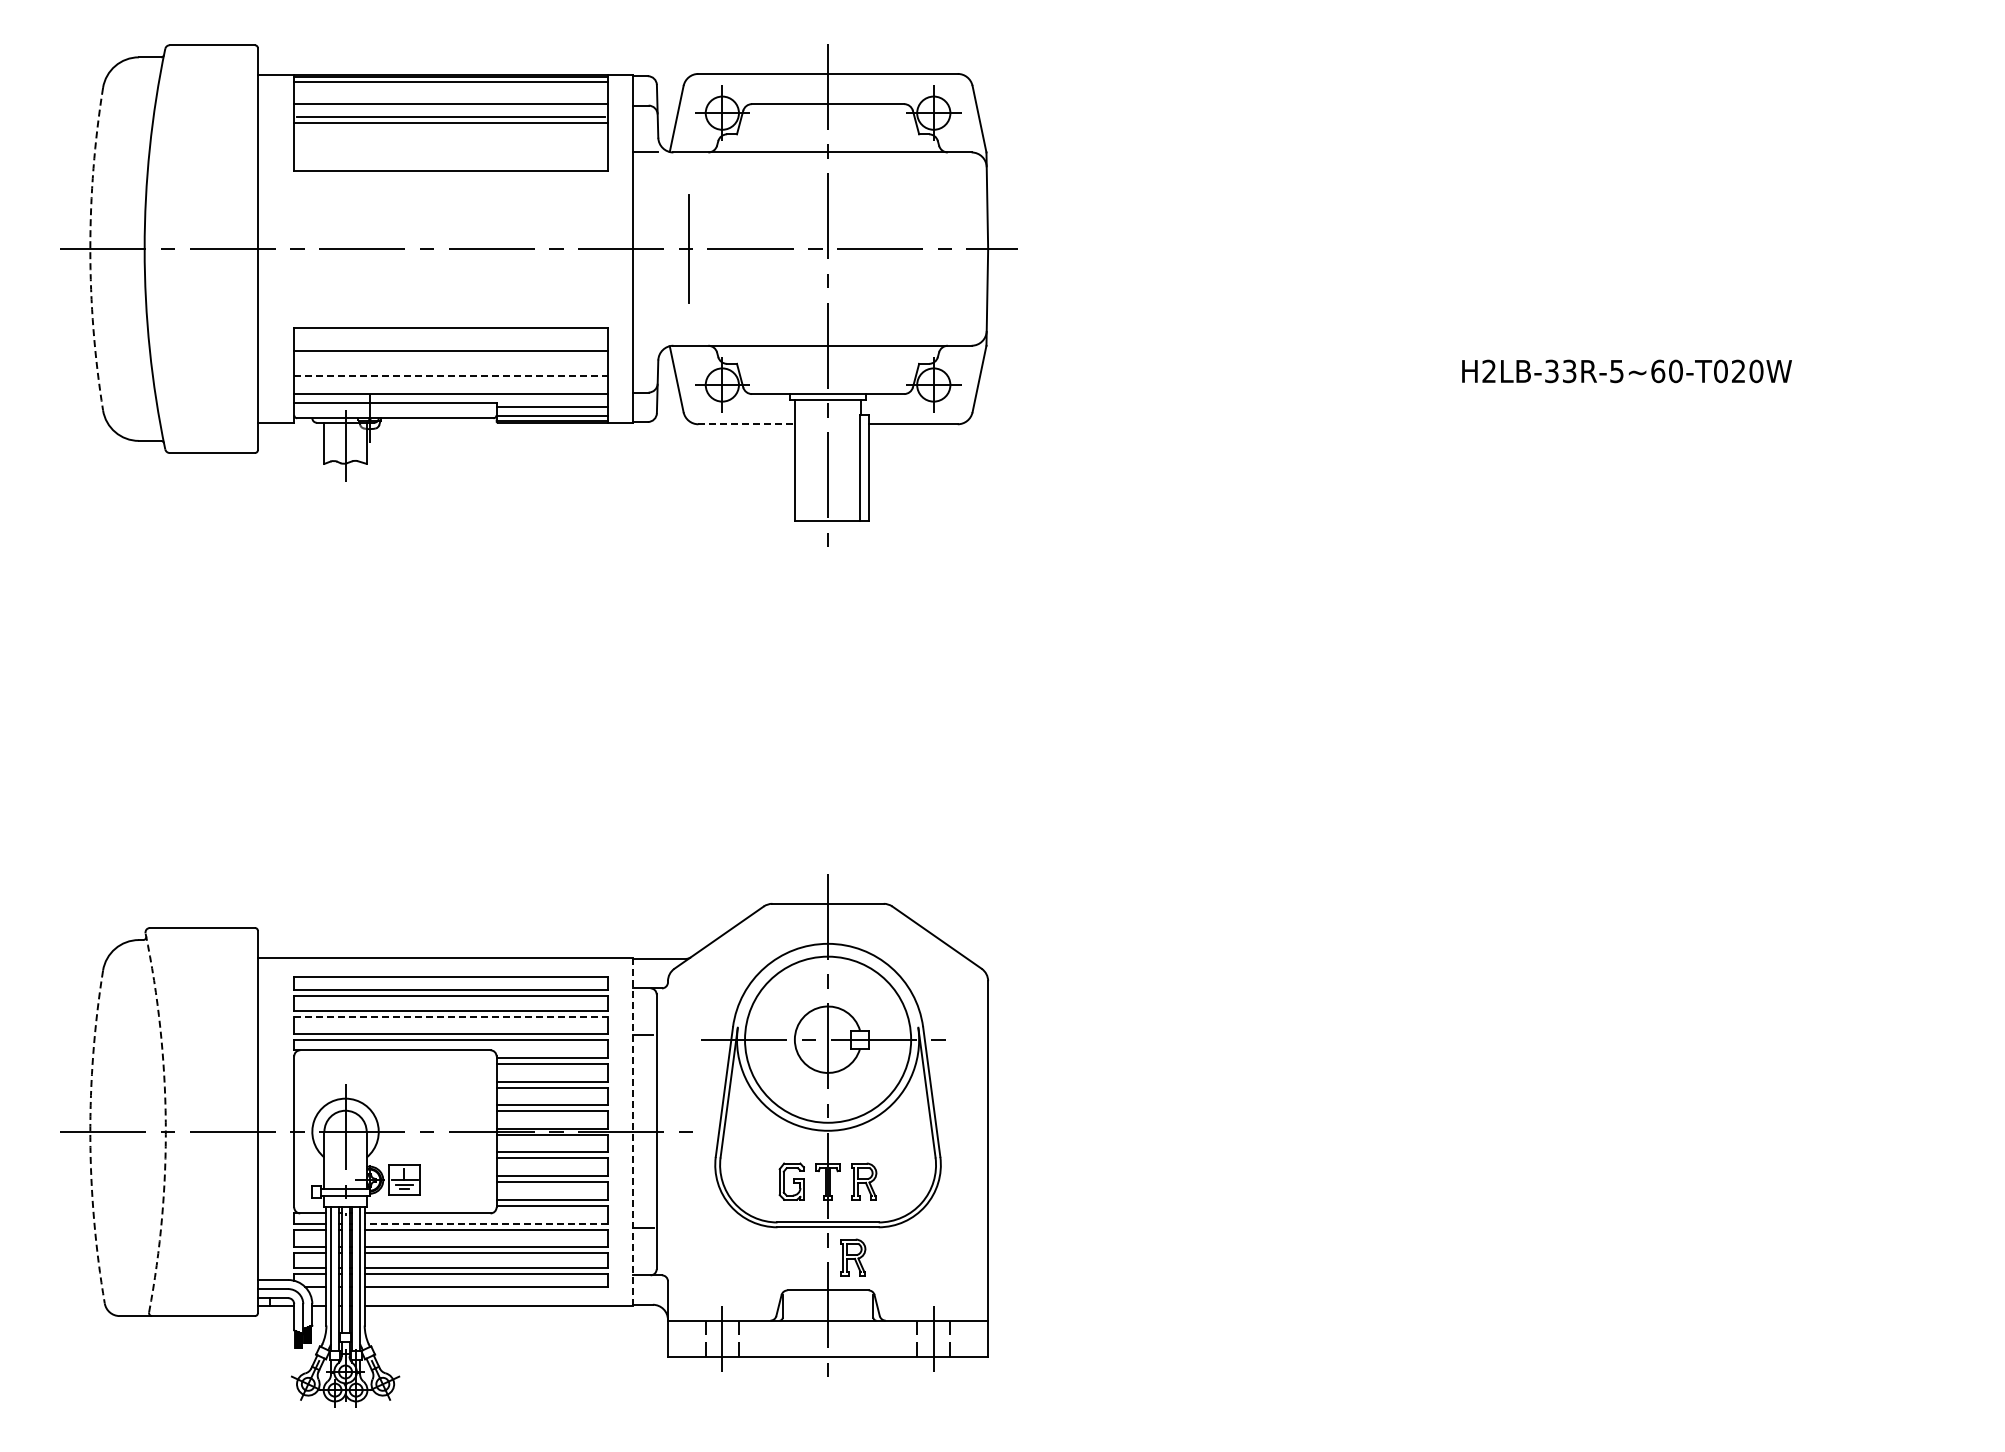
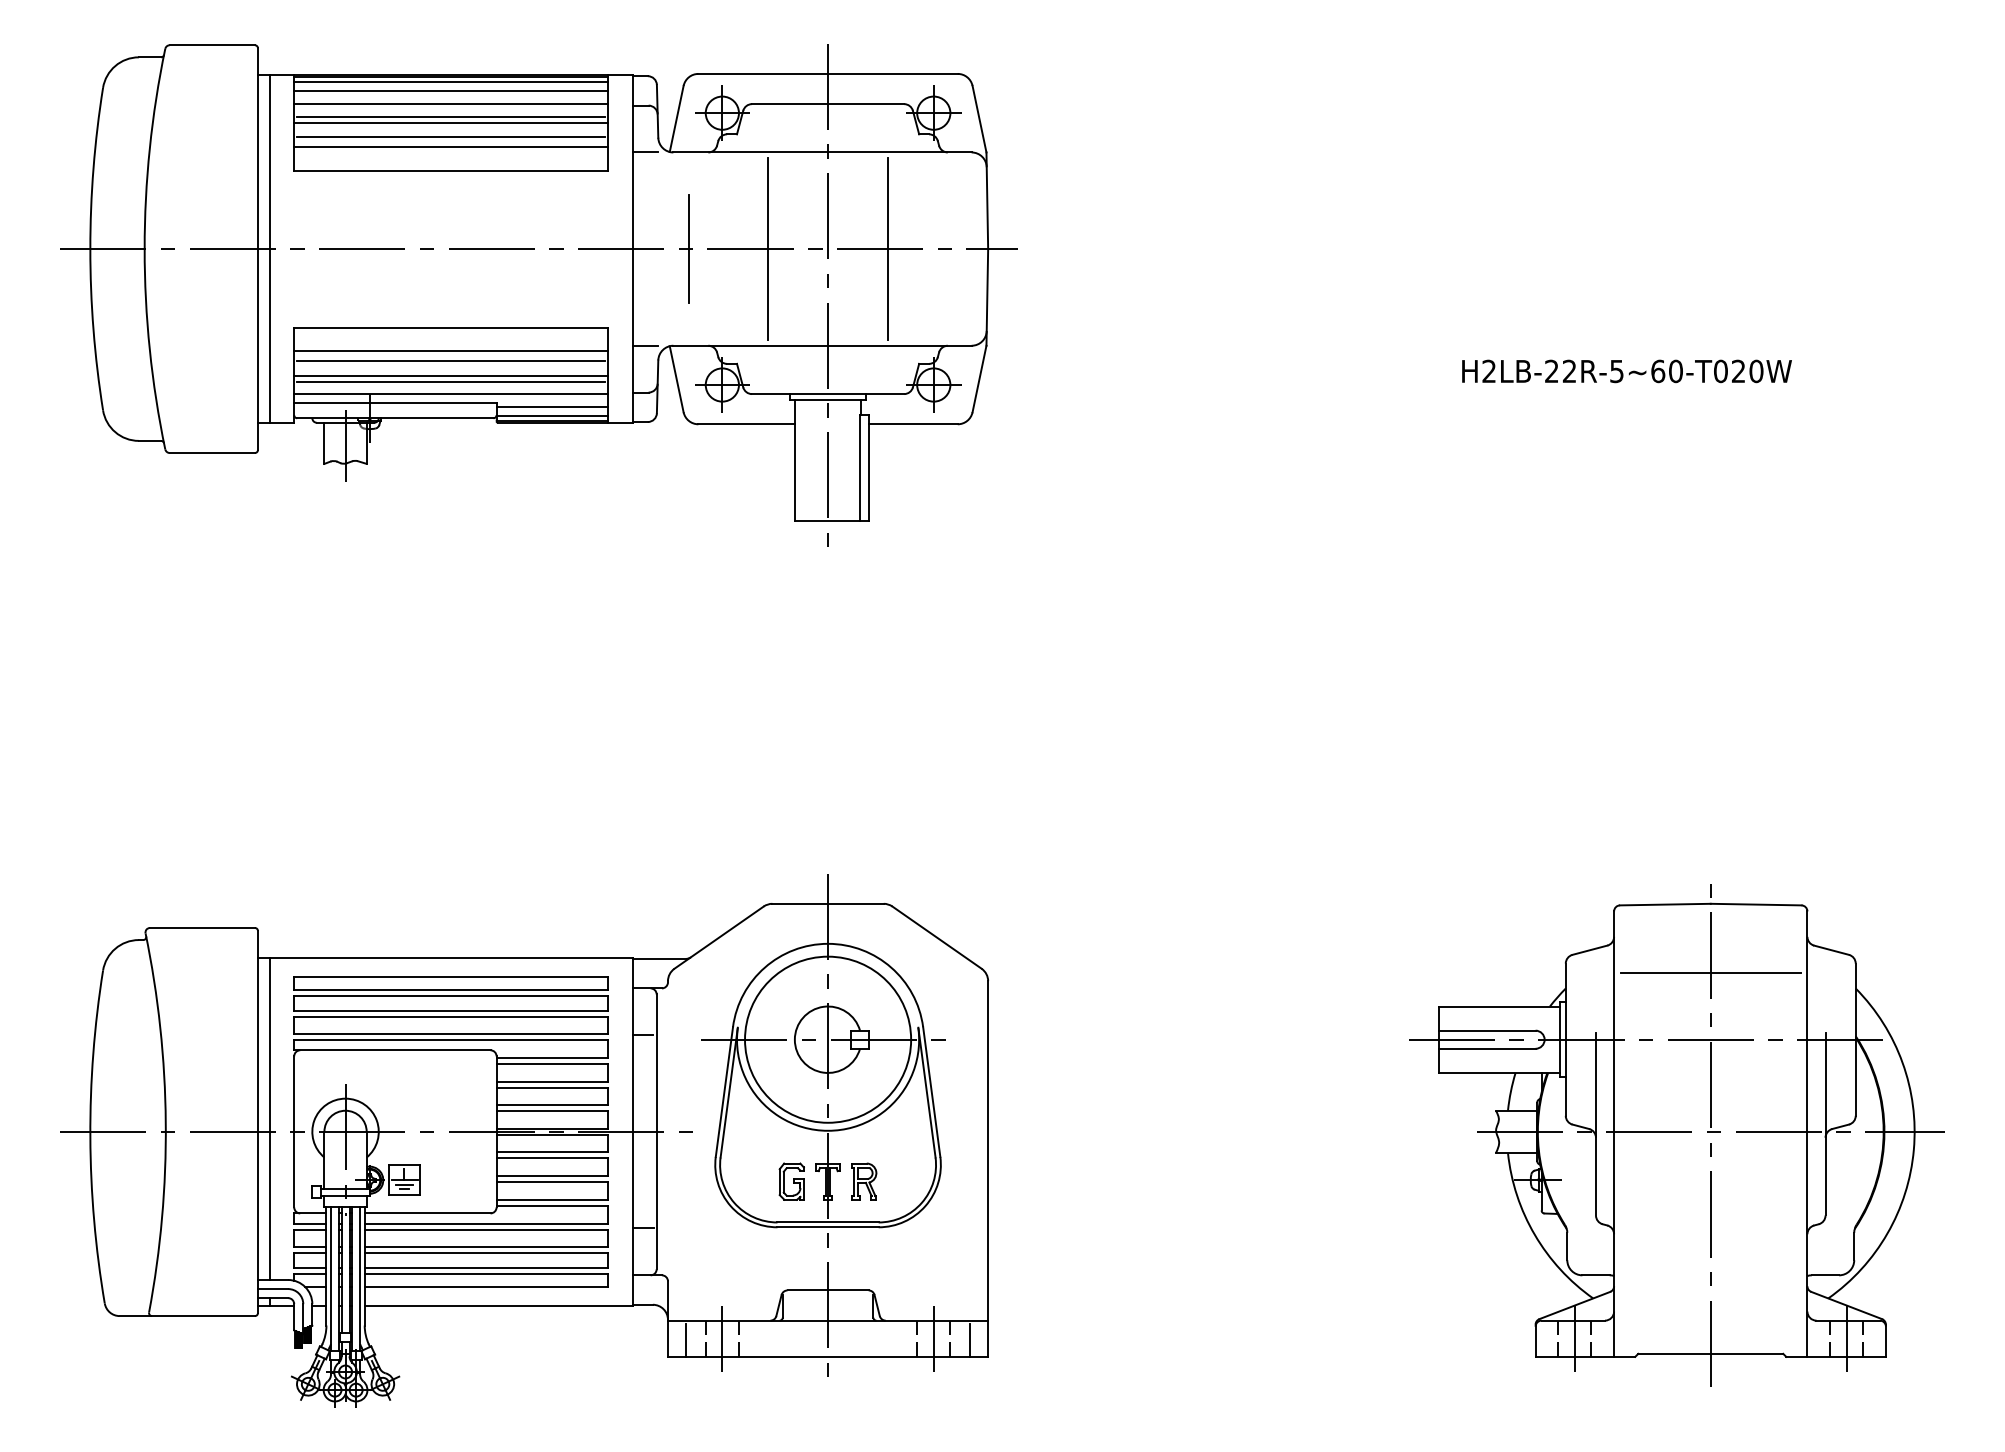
line at (451, 90): none -> present
line at (451, 137): none -> present
line at (451, 147): none -> present
line at (270, 248): none -> present
line at (767, 248): none -> present
line at (888, 248): none -> present
arc at (90, 249): dashed -> solid
line at (644, 345): none -> present
line at (451, 361): none -> present
text at (1560, 371): H2LB-33R-5~60-T020W -> H2LB-22R-5~60-T020W
line at (451, 375): dashed -> solid
line at (451, 381): none -> present
line at (747, 424): dashed -> solid
line at (451, 1017): dashed -> solid
line at (270, 1118): none -> present
arc at (165, 1122): dashed -> solid
line at (632, 1131): dashed -> solid
part at (1676, 1135): none -> present
arc at (90, 1137): dashed -> solid
line at (486, 1223): dashed -> solid
part at (853, 1257): present -> none
line at (686, 1339): none -> present
line at (970, 1339): none -> present
